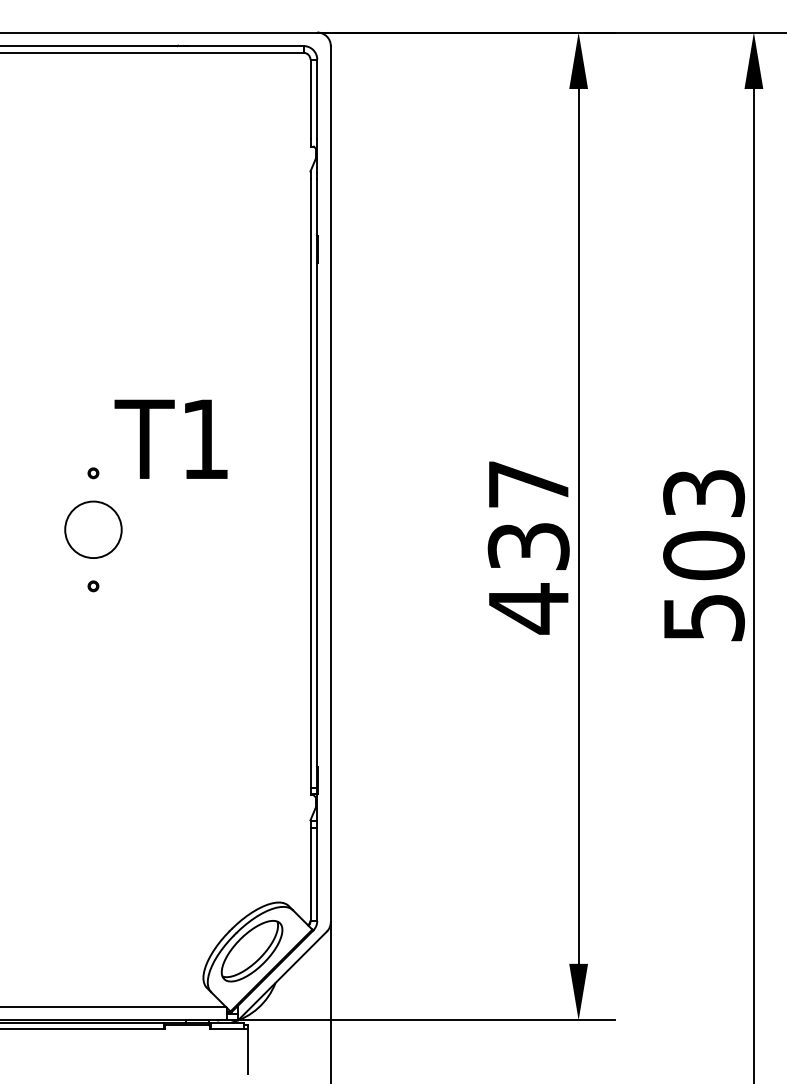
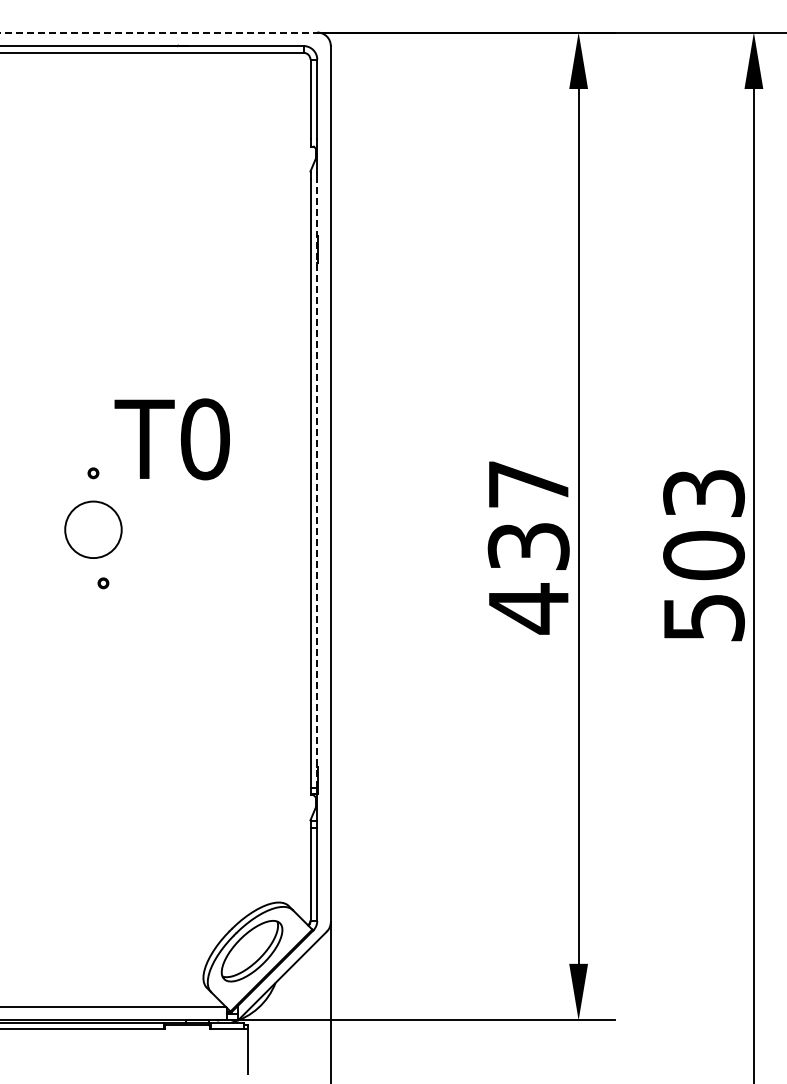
line at (159, 32): solid -> dashed
text at (204, 439): T1 -> T0
line at (317, 483): solid -> dashed
part at (93, 586) position: (93, 586) -> (103, 583)
